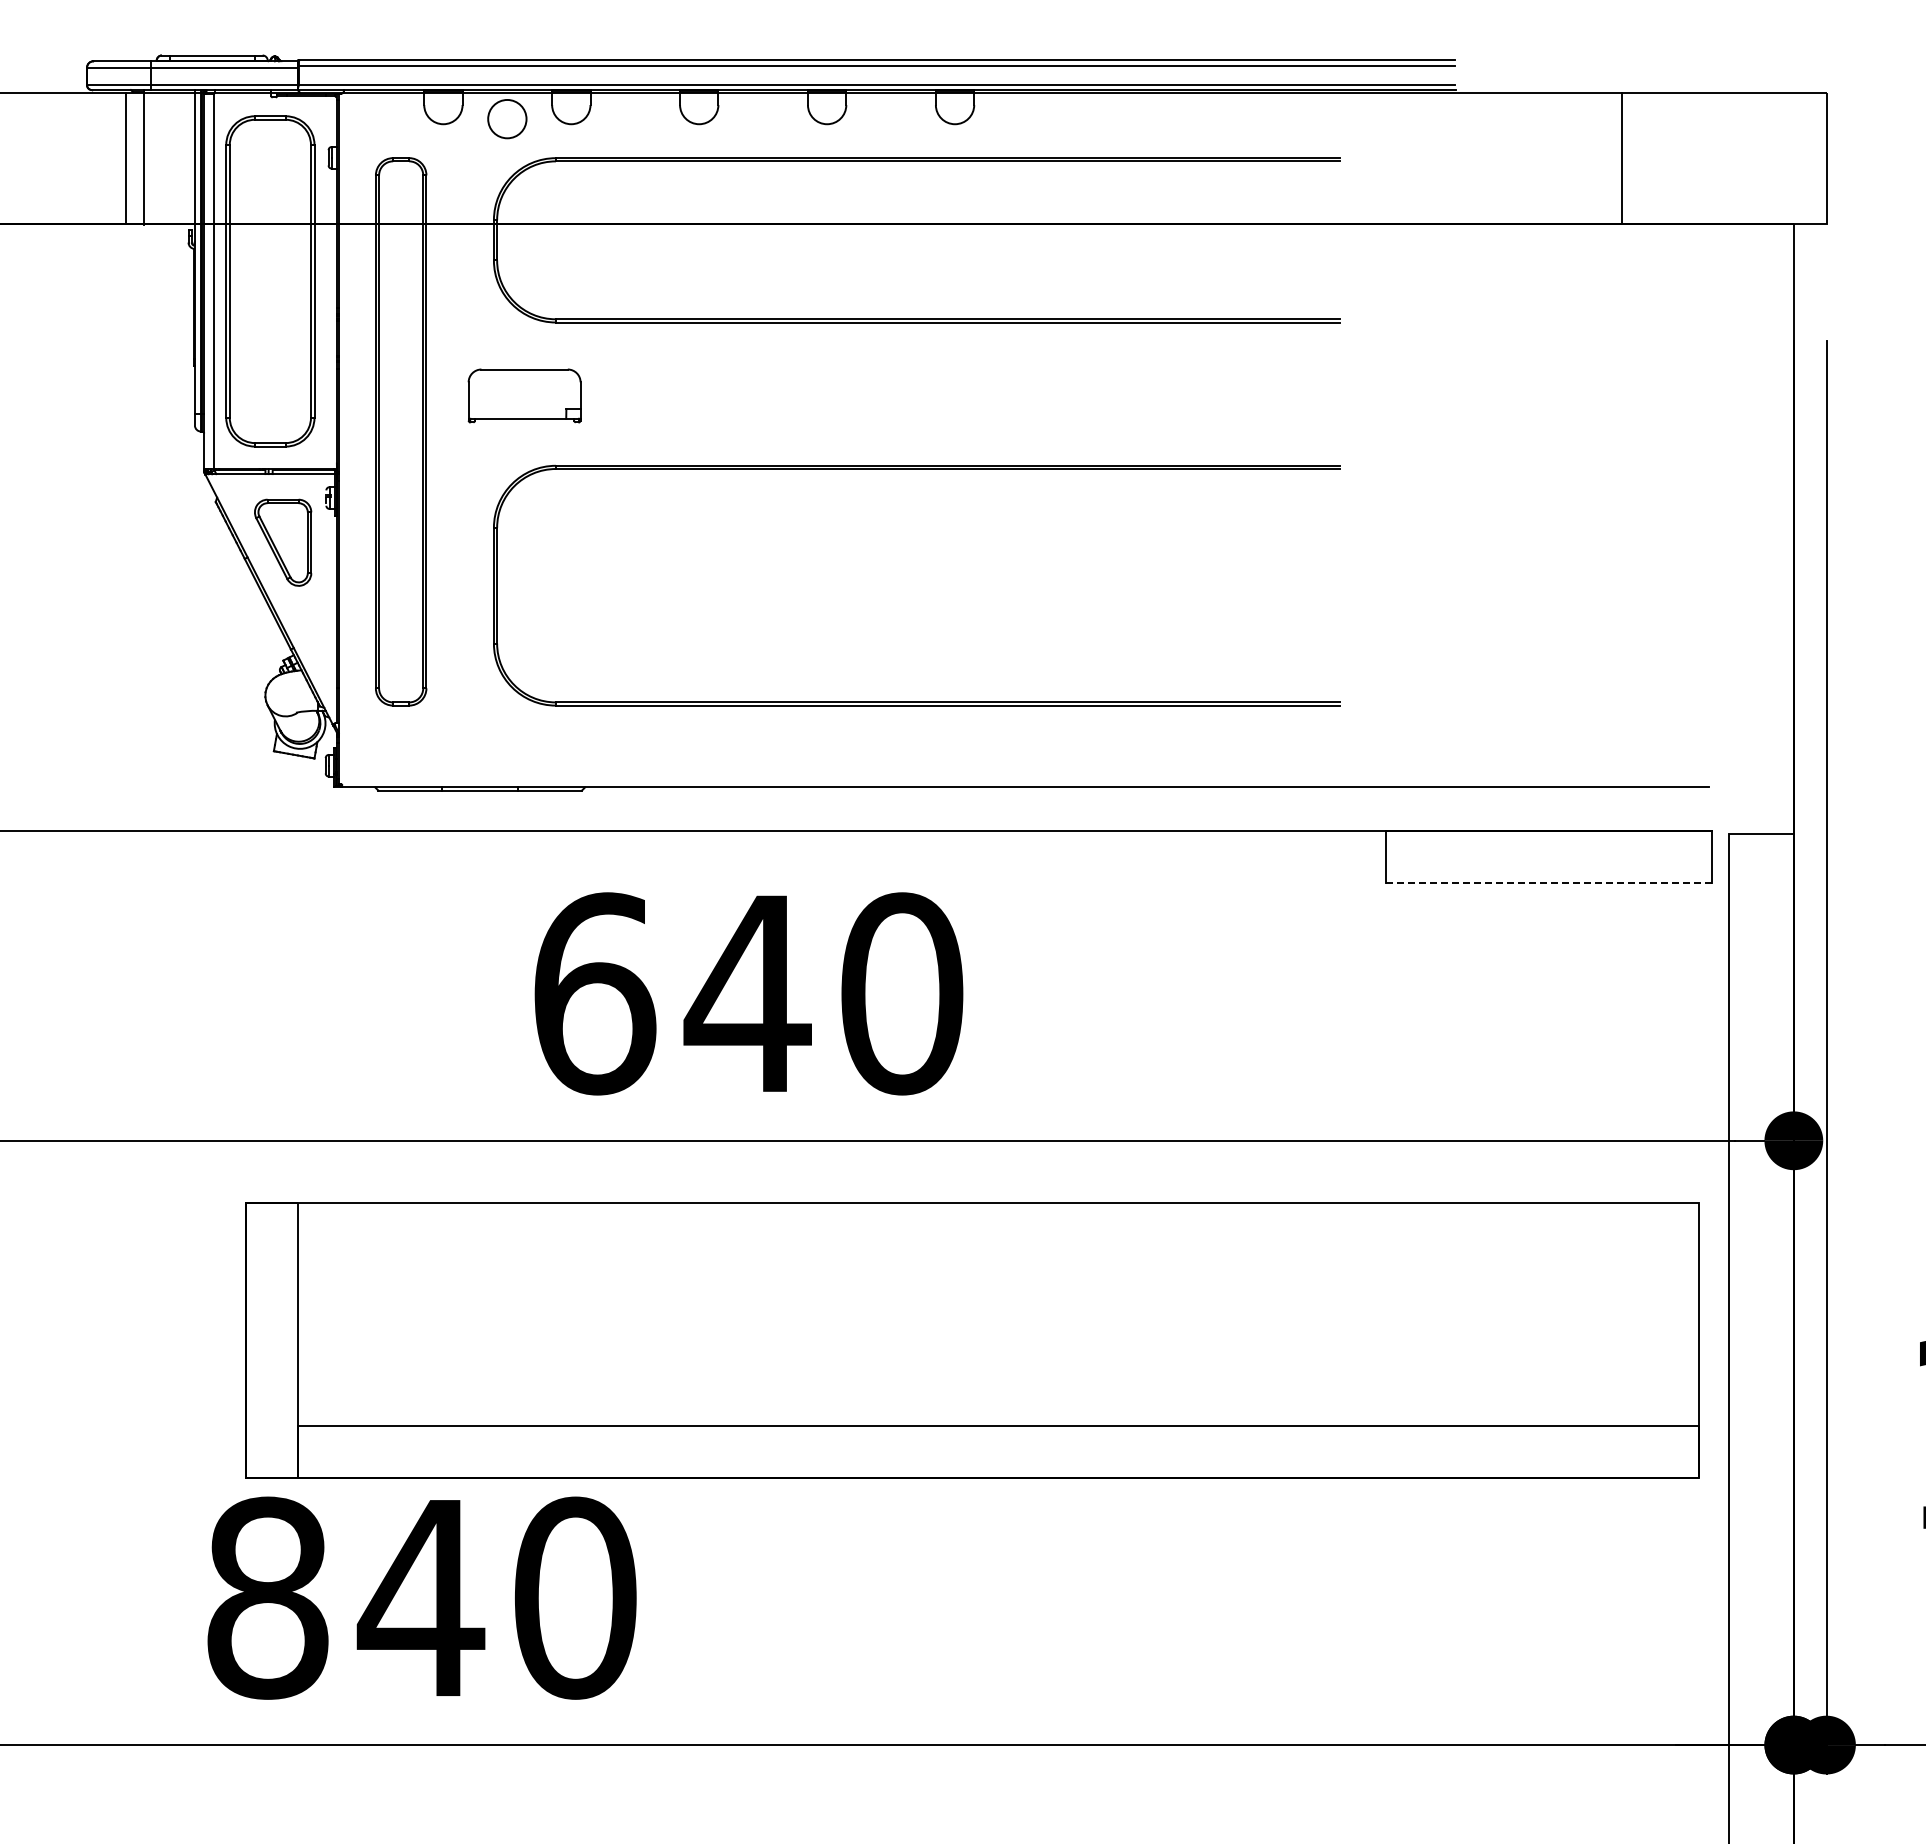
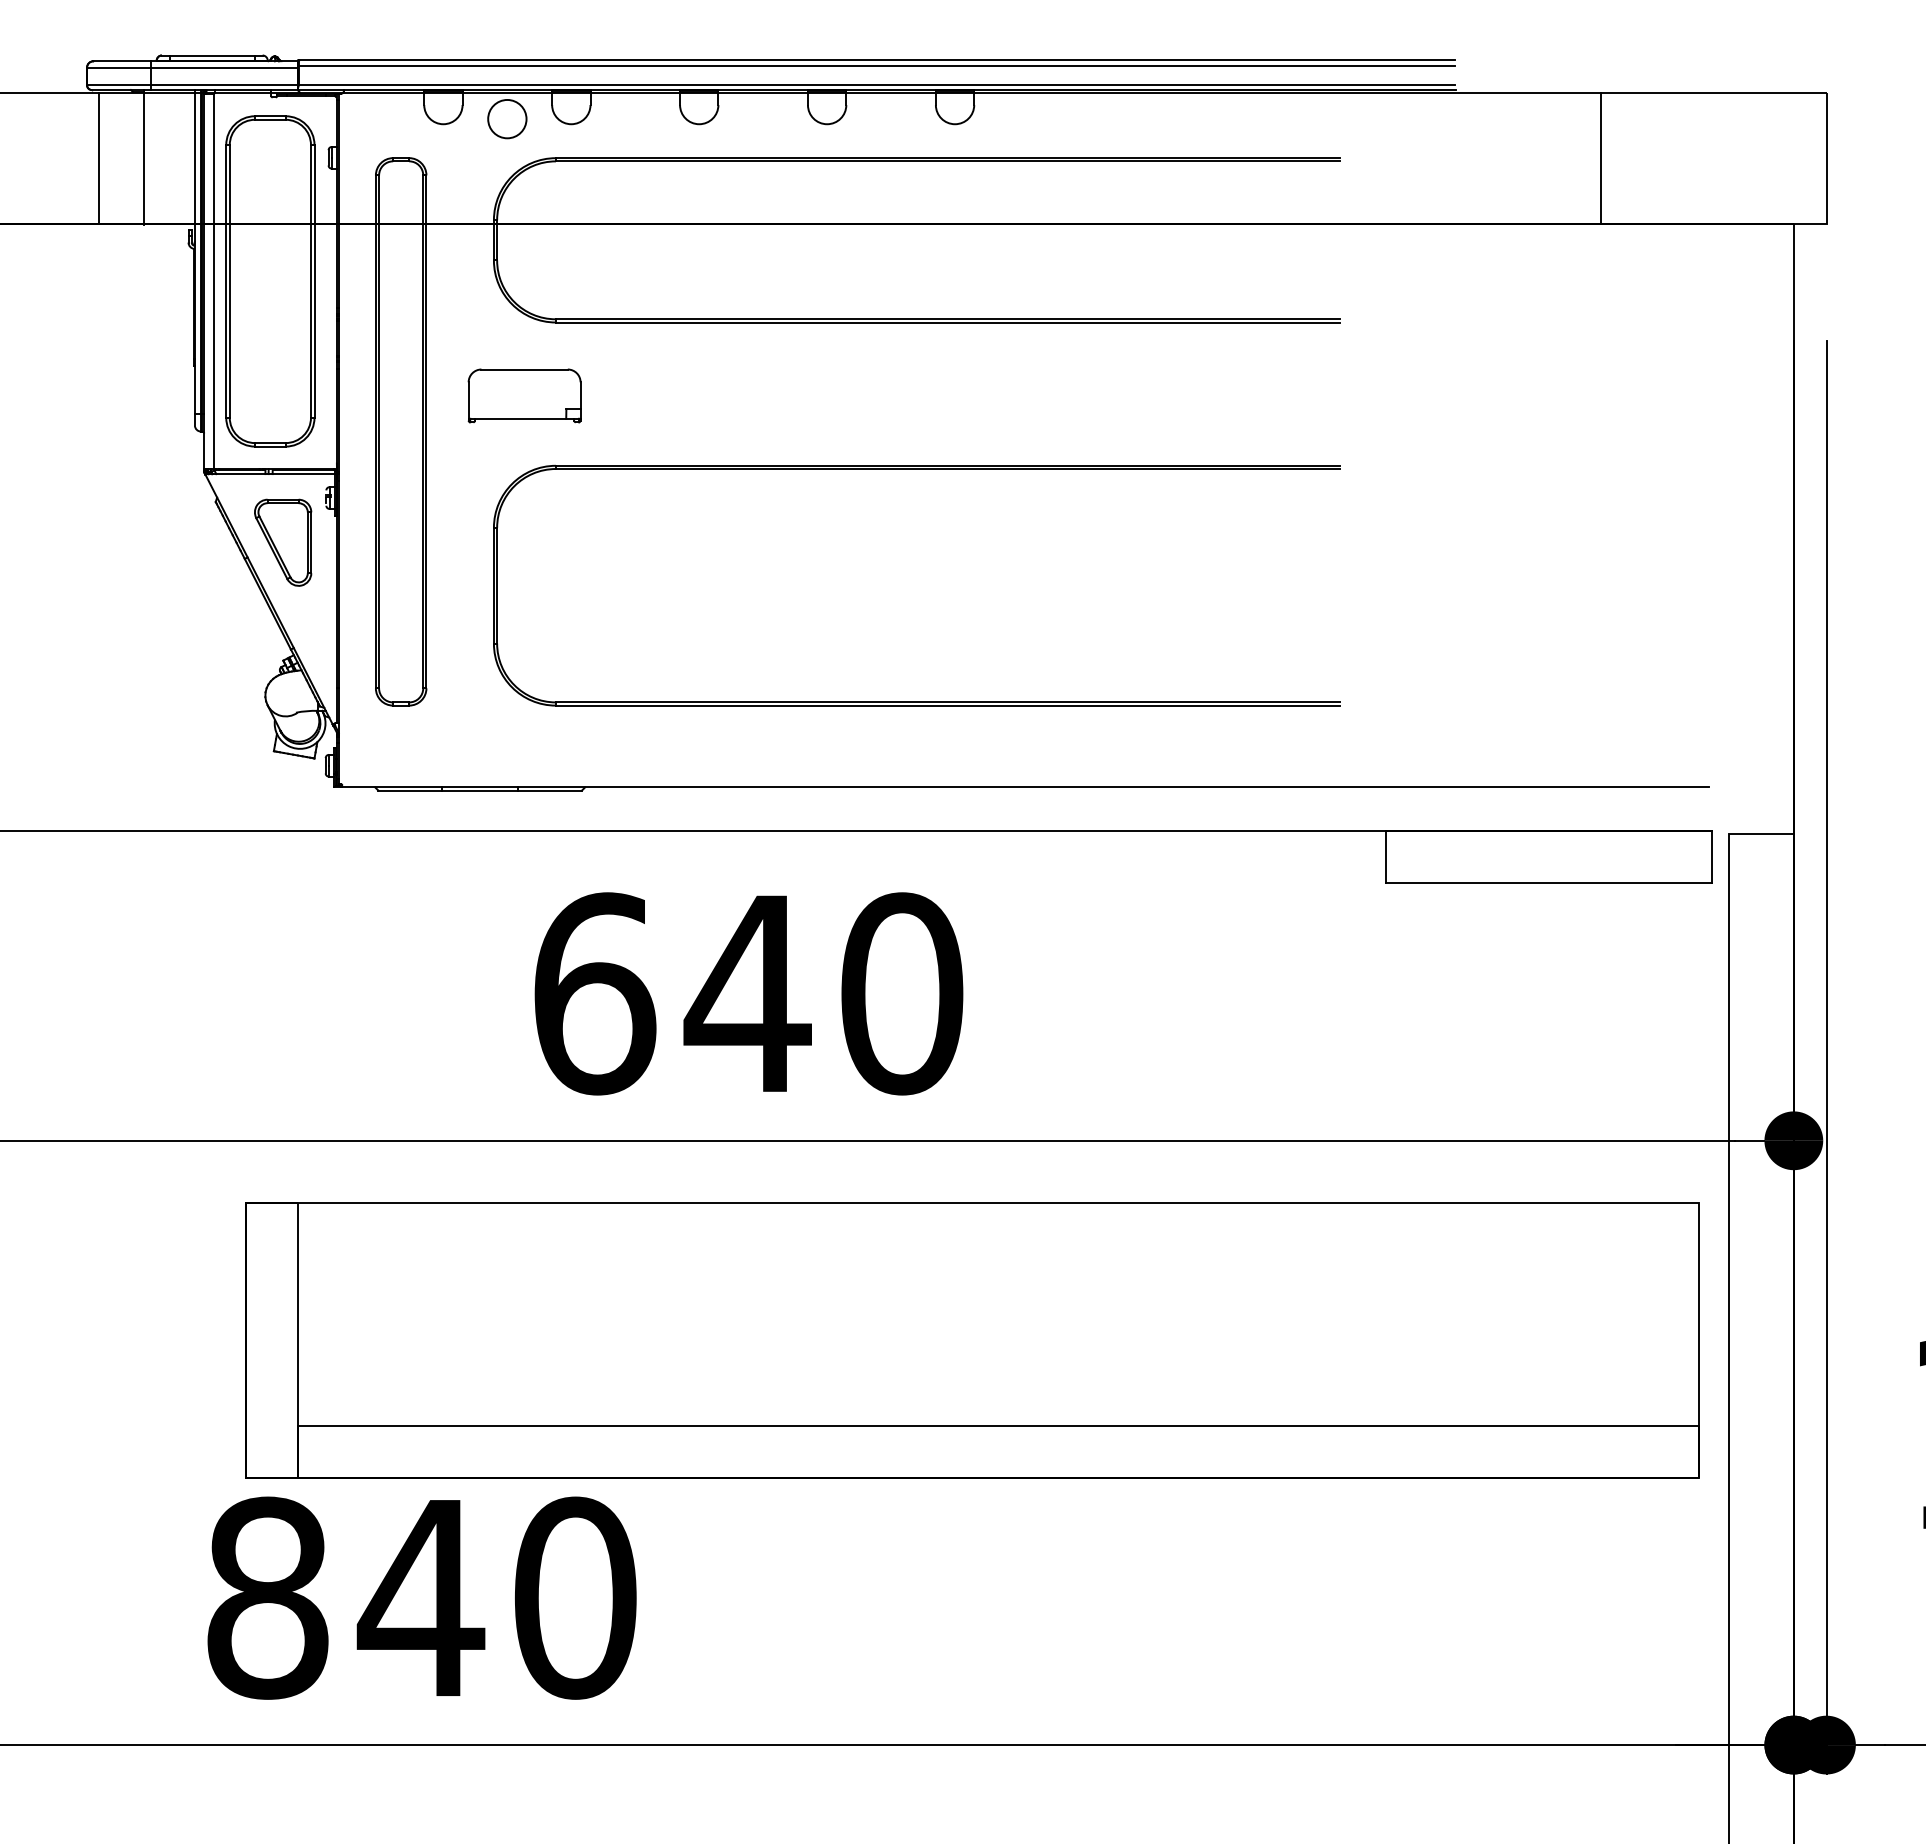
line at (125, 157) position: (125, 157) -> (98, 157)
line at (1622, 157) position: (1622, 157) -> (1601, 157)
line at (1548, 883): dashed -> solid
